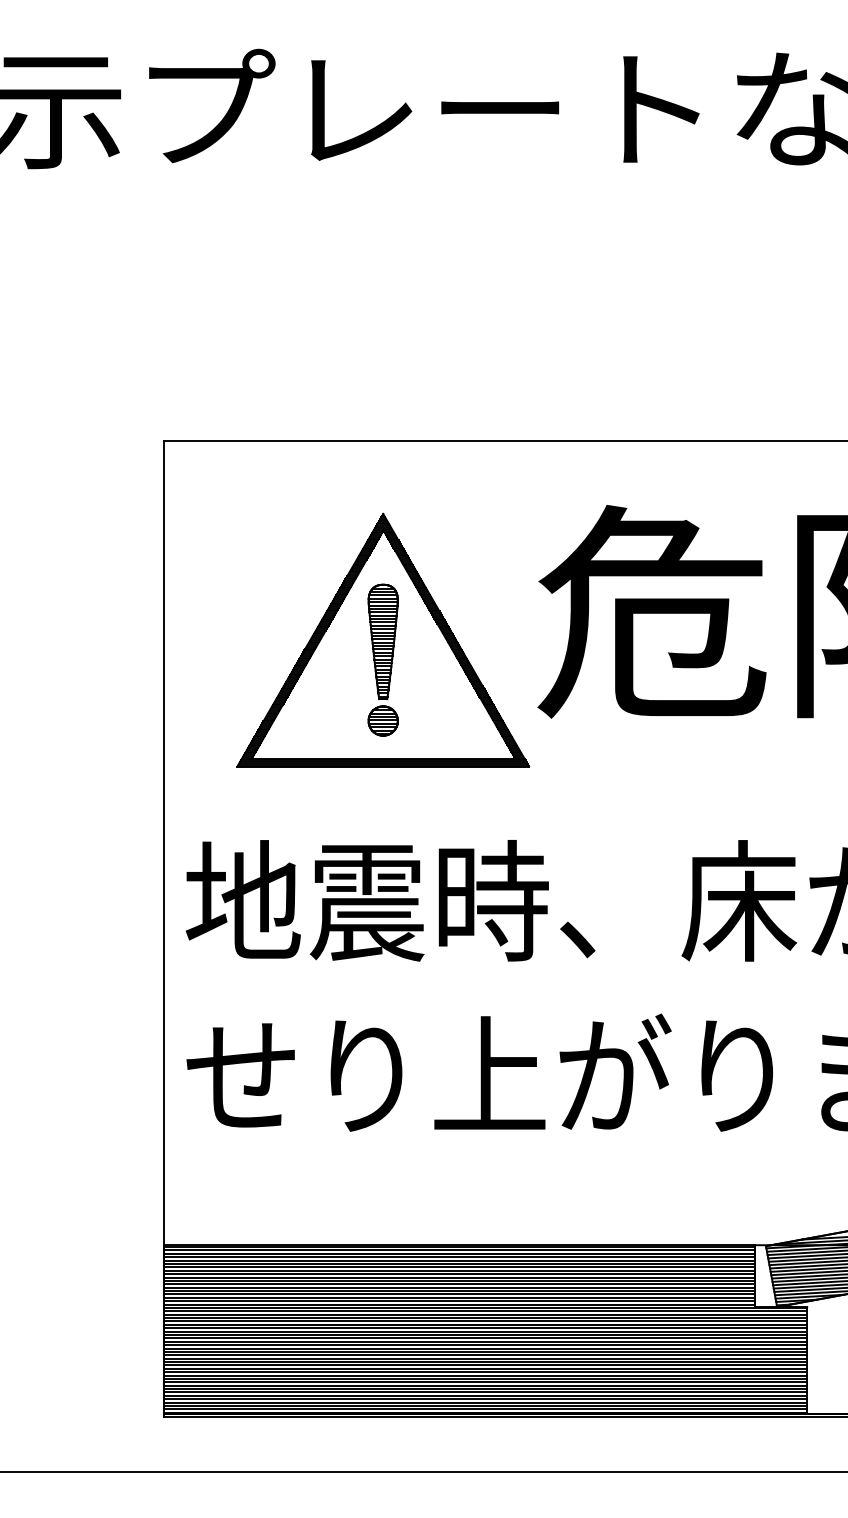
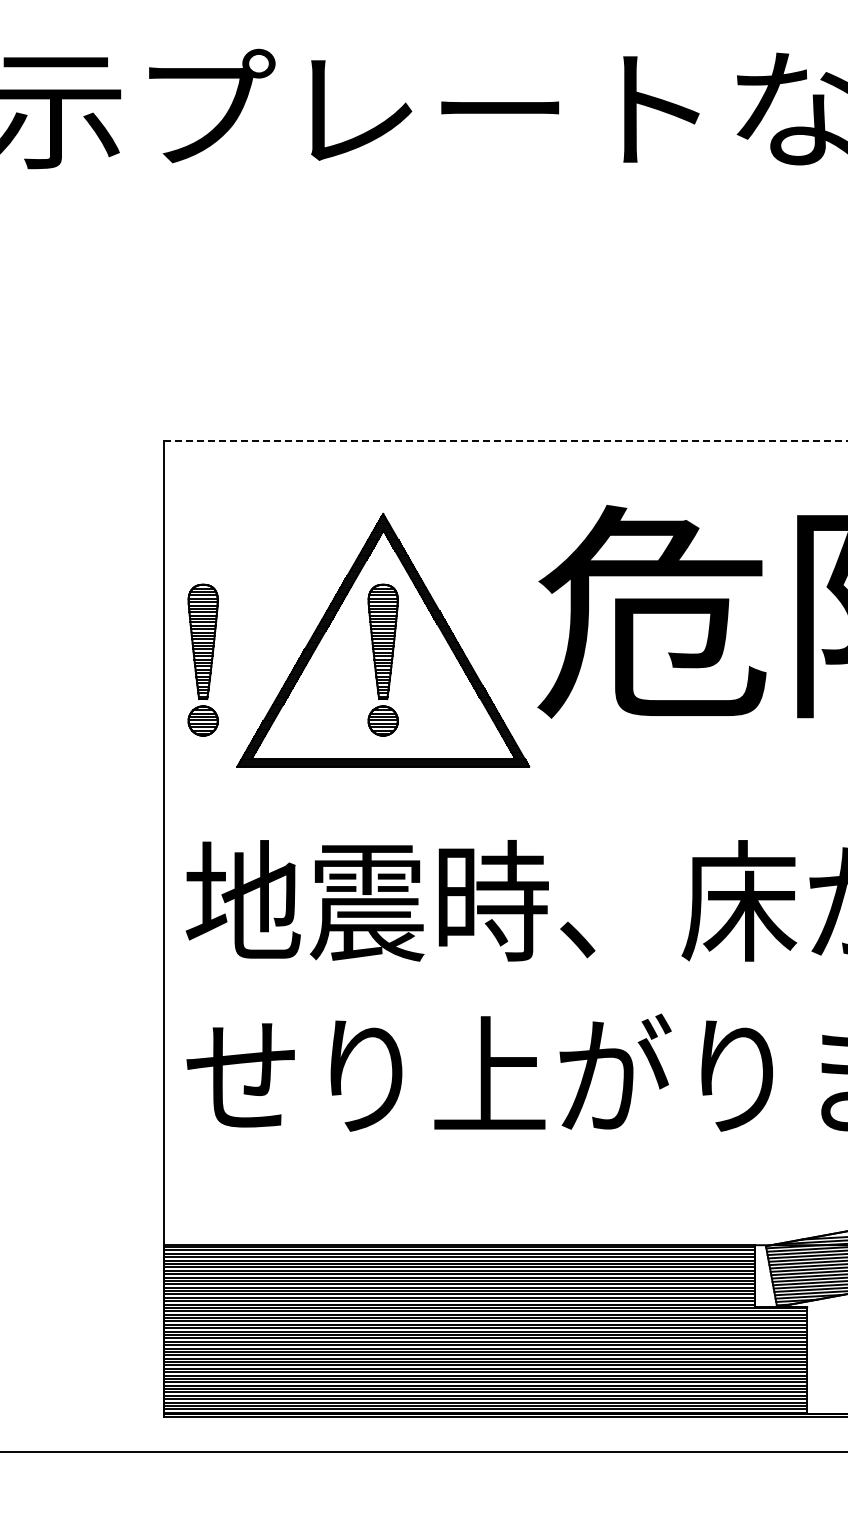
line at (505, 440): solid -> dashed
part at (202, 659): none -> present
line at (423, 1472) position: (423, 1472) -> (423, 1452)
